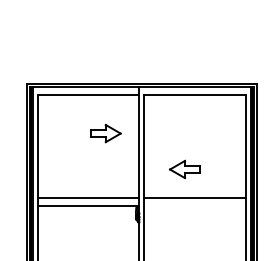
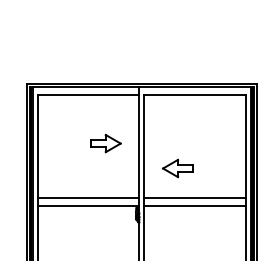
part at (105, 133) position: (105, 133) -> (105, 143)
part at (184, 169) position: (184, 169) -> (177, 168)
line at (194, 205): none -> present
